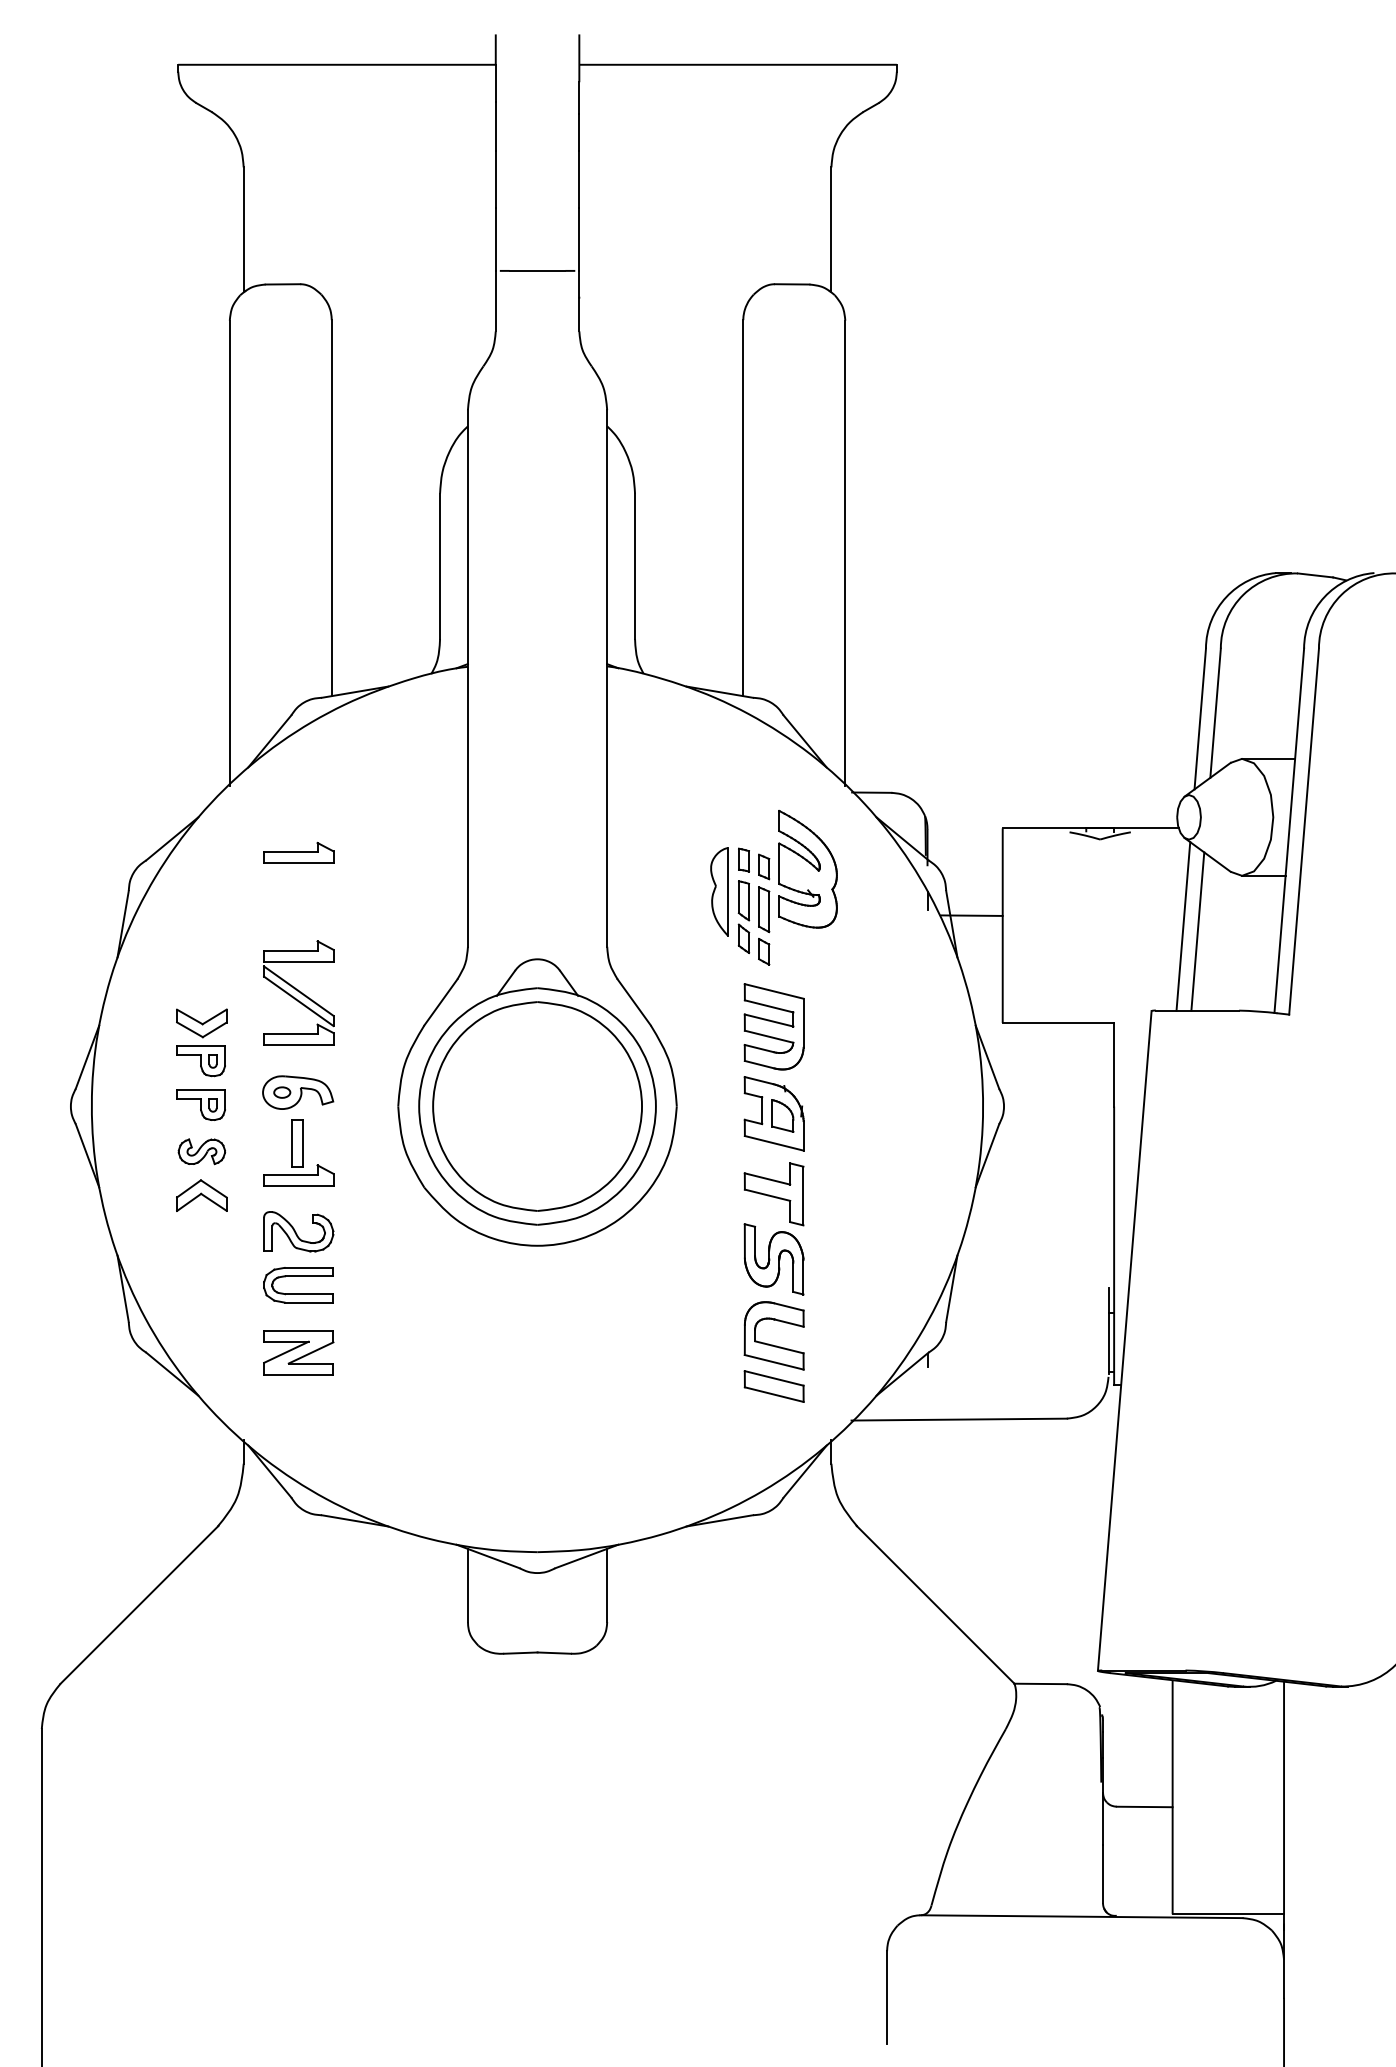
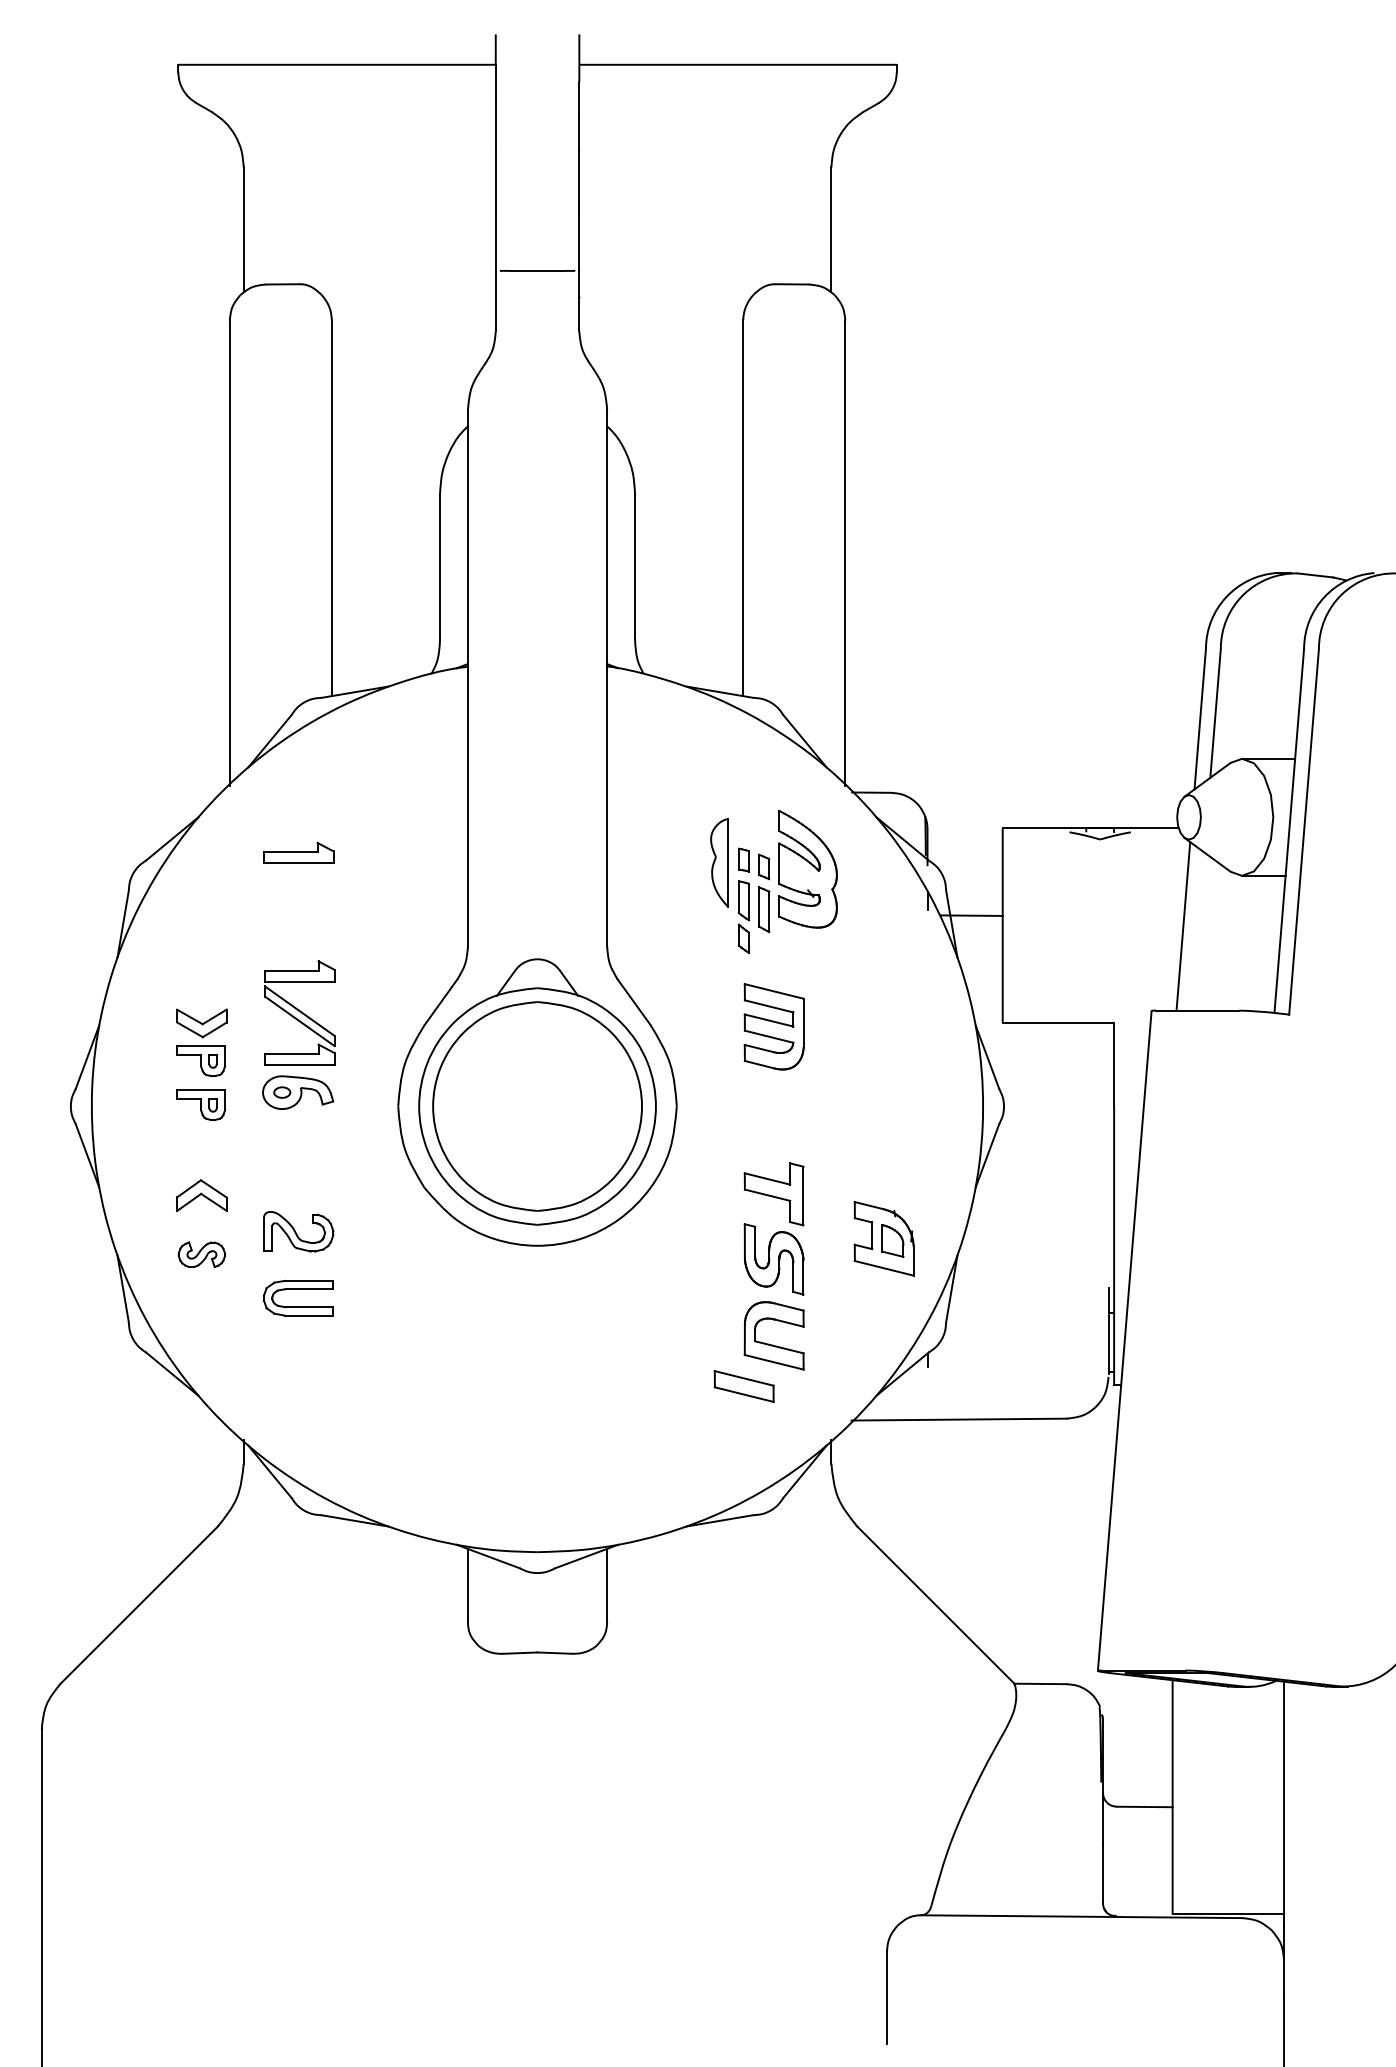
part at (719, 891) position: (719, 891) -> (719, 862)
line at (1197, 931): present -> none
part at (764, 951): present -> none
part at (298, 992) position: (298, 992) -> (299, 1012)
part at (773, 1113) position: (773, 1113) -> (883, 1238)
part at (201, 1151) position: (201, 1151) -> (201, 1254)
part at (298, 1152): present -> none
part at (298, 1293) position: (298, 1293) -> (298, 1306)
part at (298, 1352): present -> none
part at (773, 1386) position: (773, 1386) -> (743, 1386)
